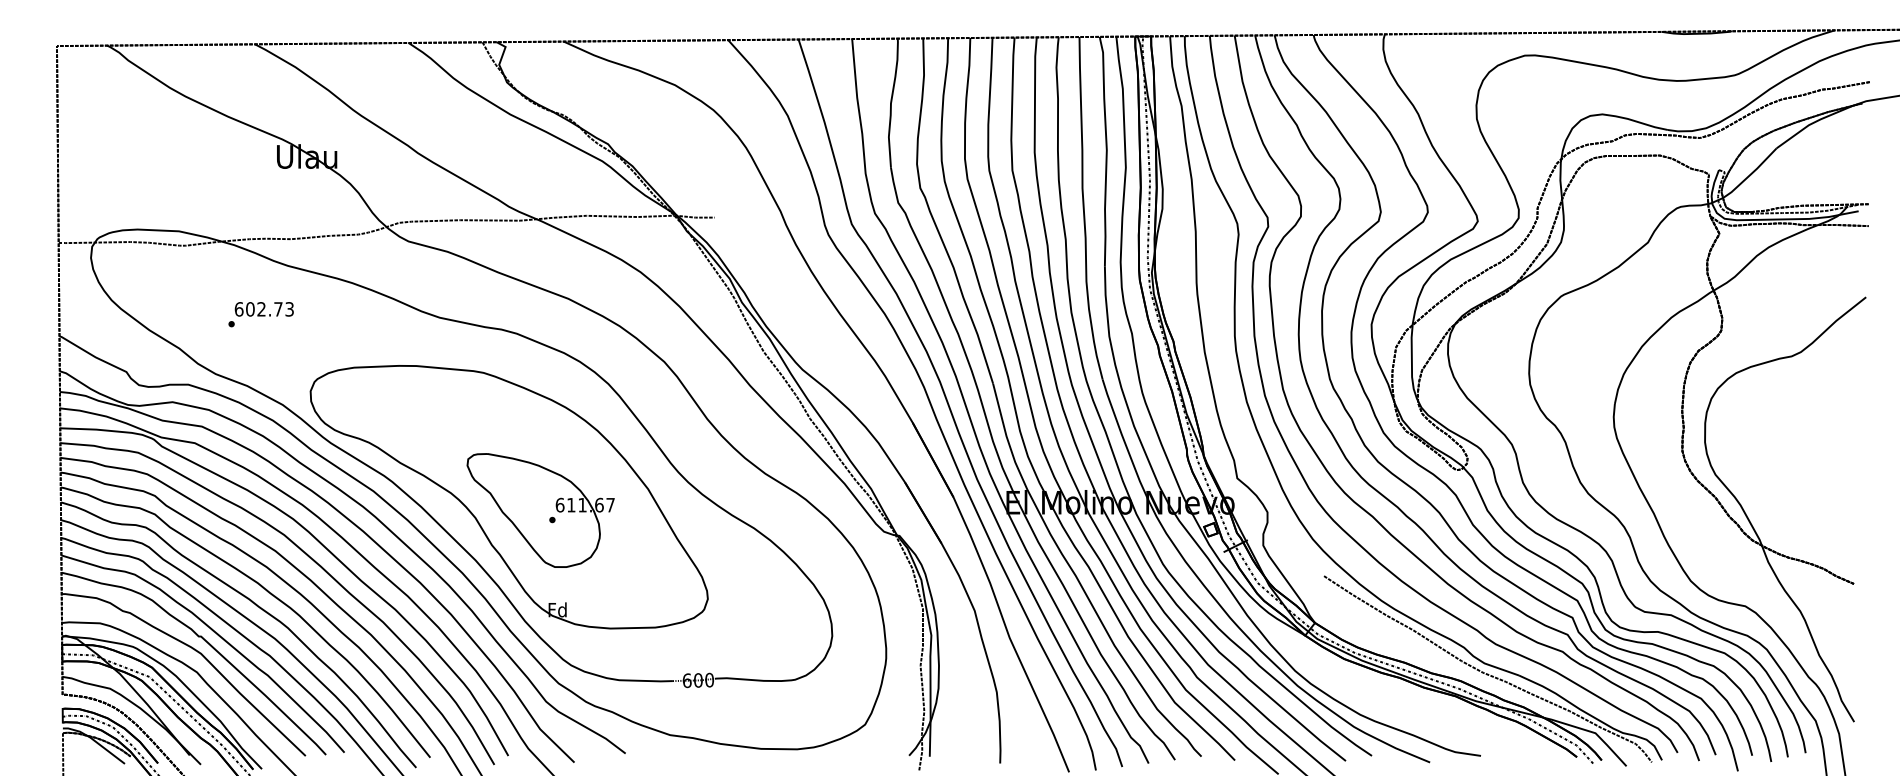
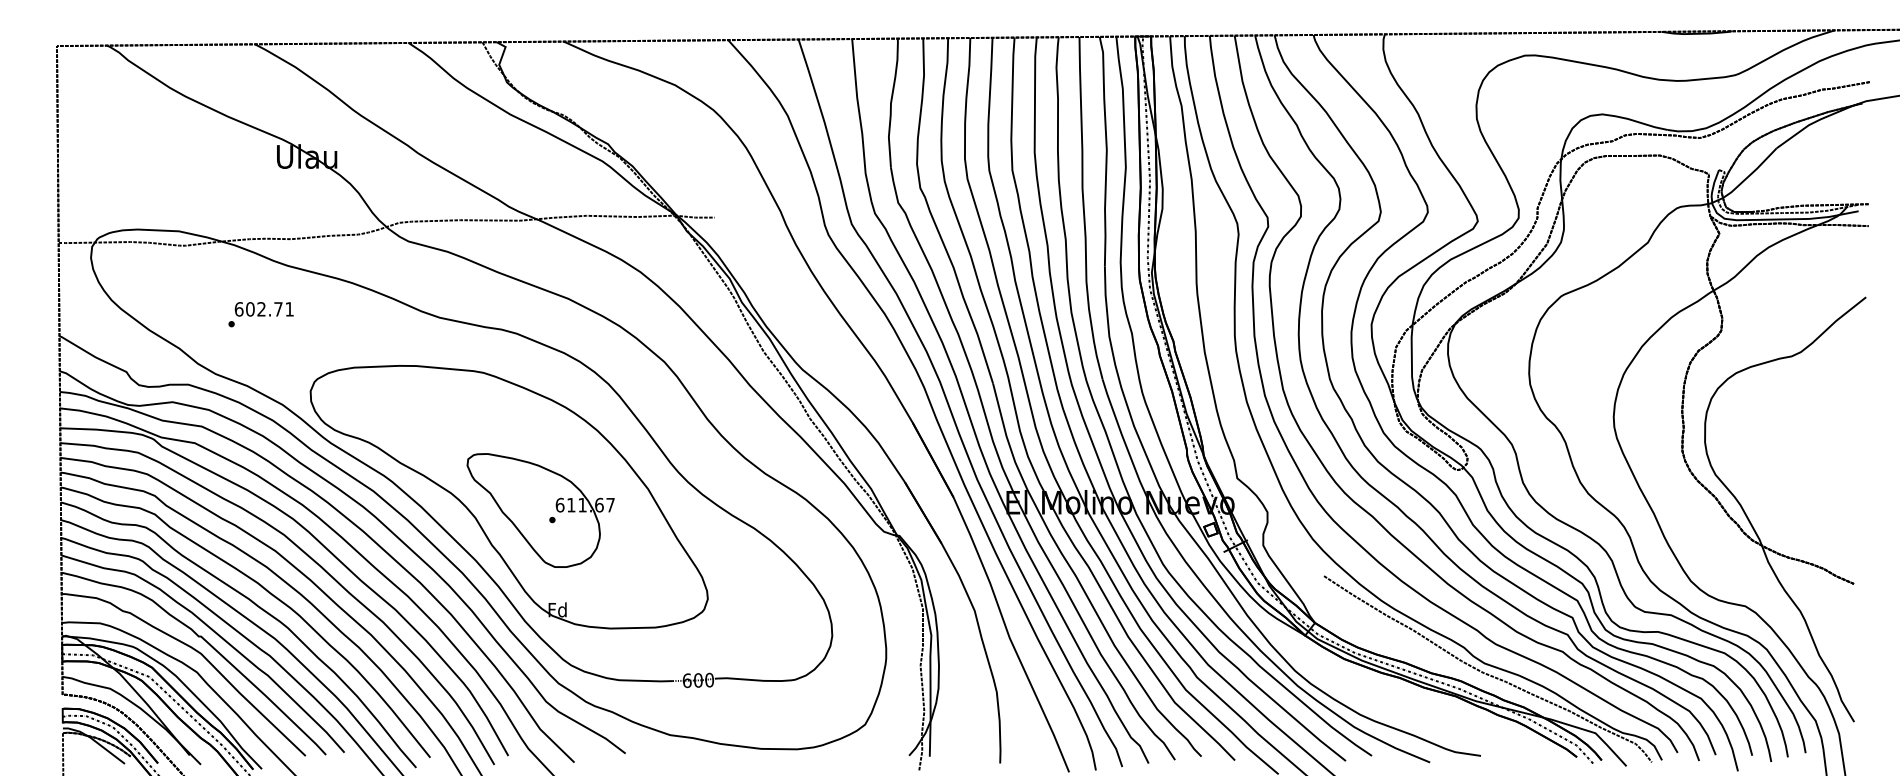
text at (289, 309): 602.73 -> 602.71
